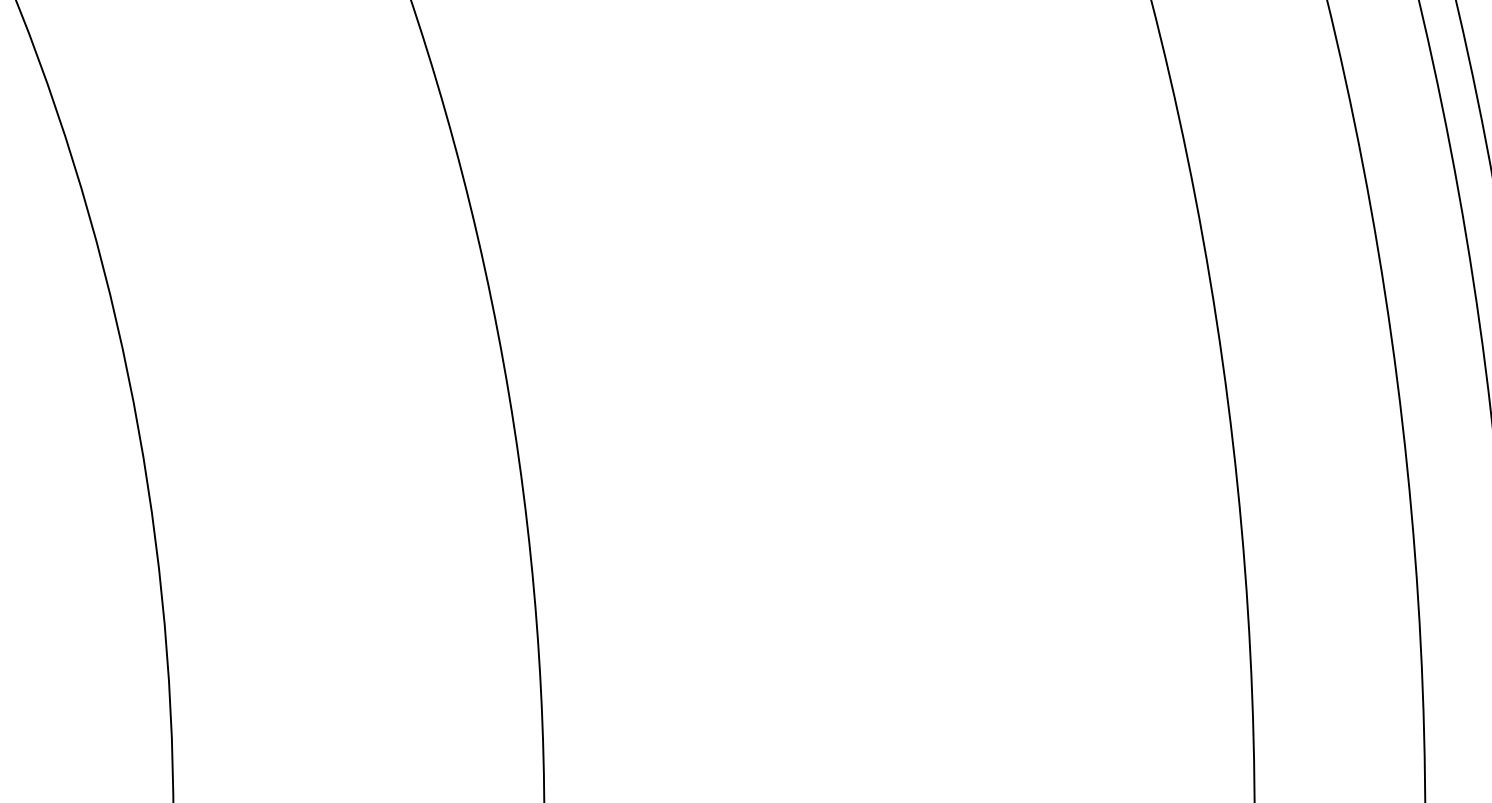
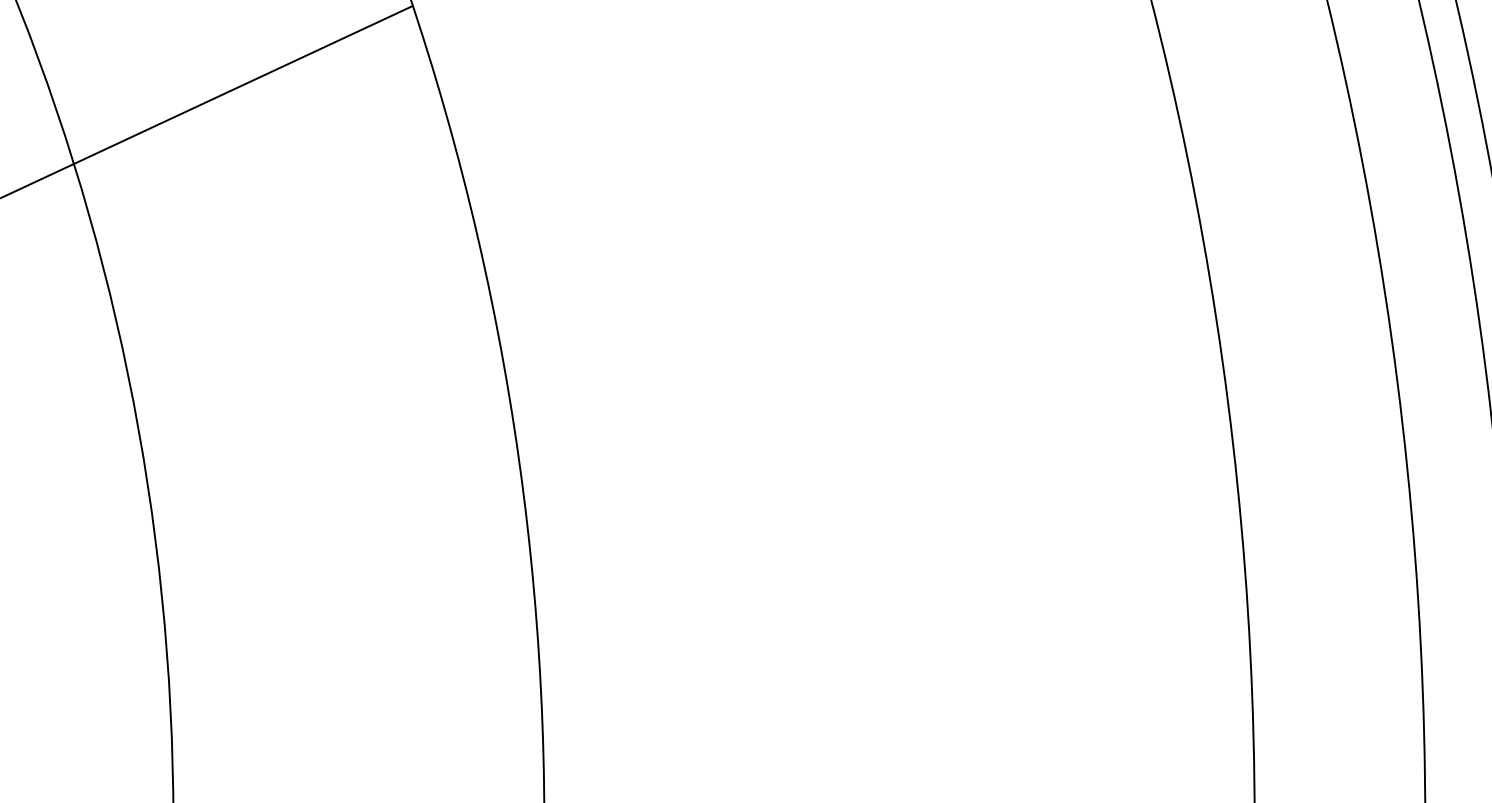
line at (207, 101): none -> present
